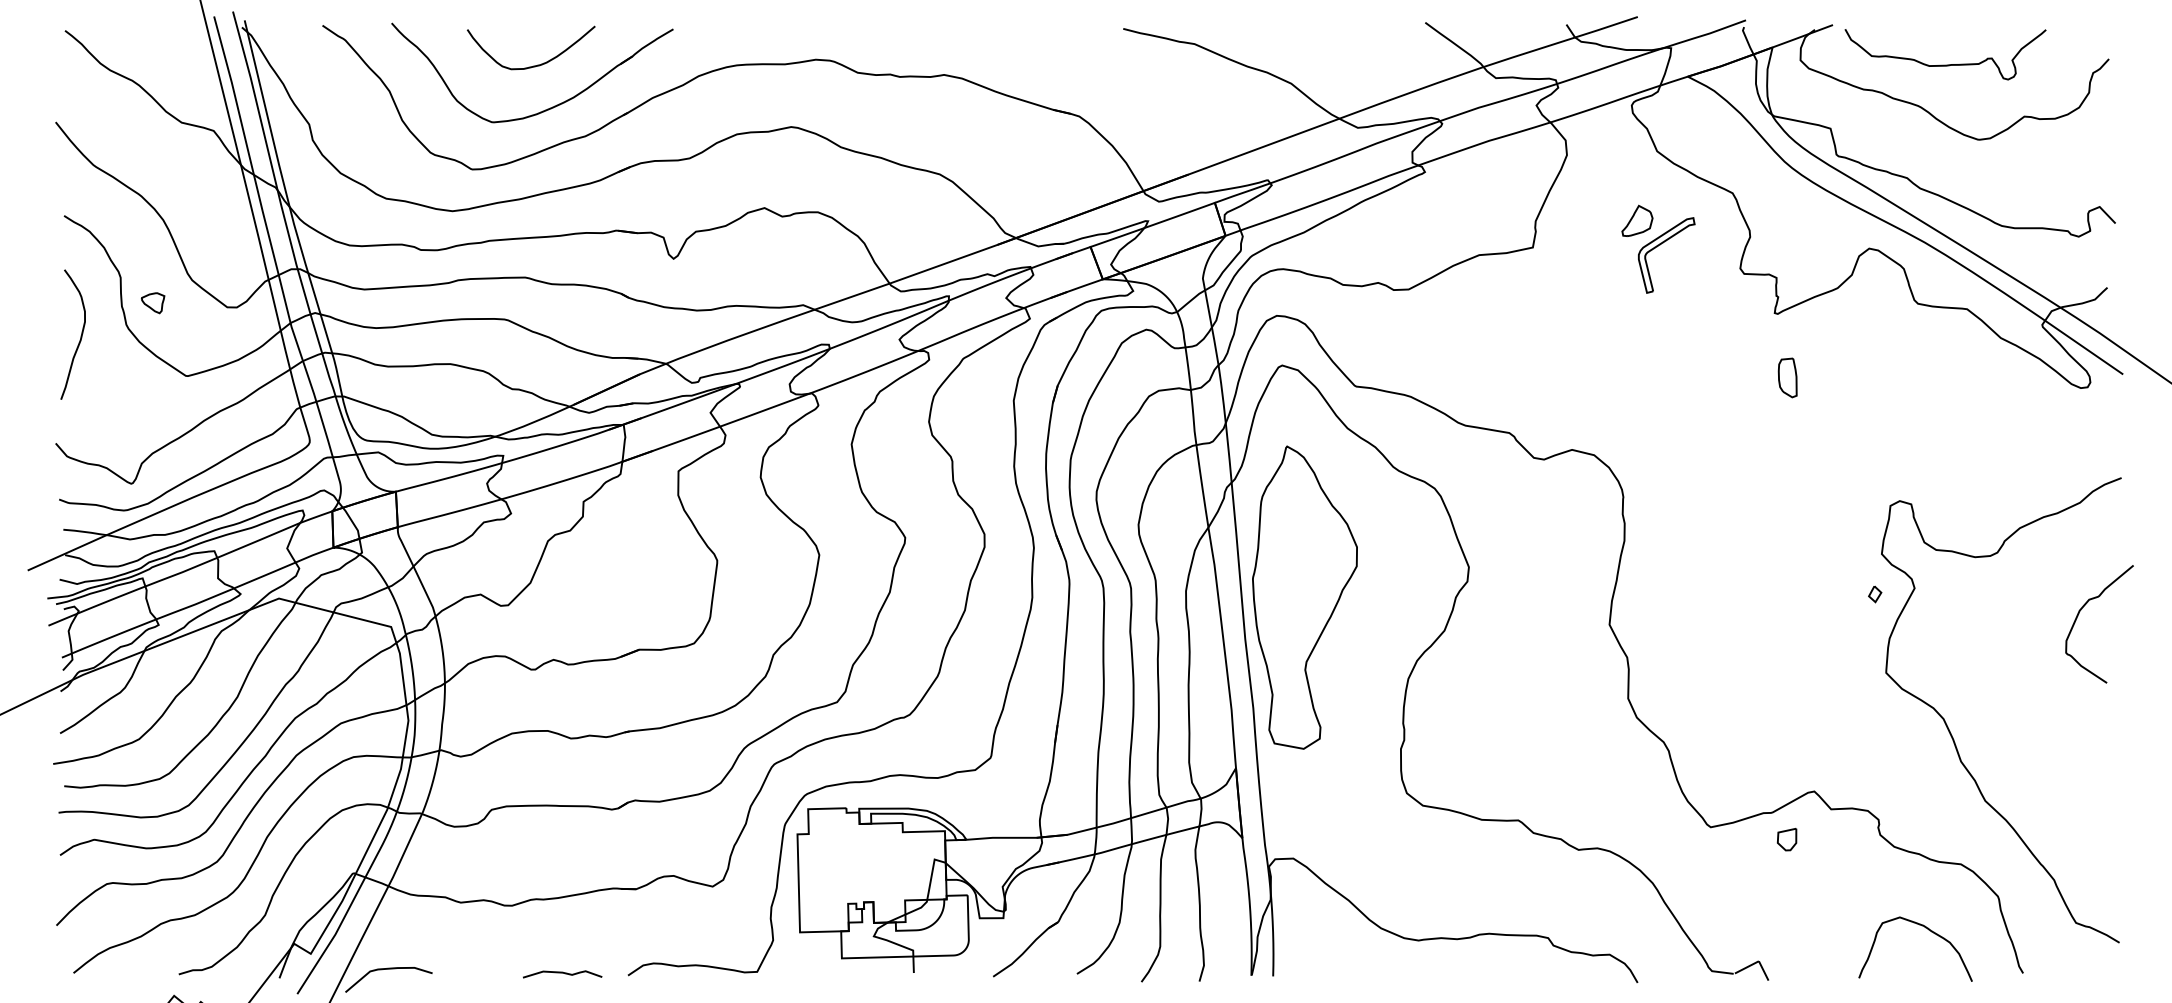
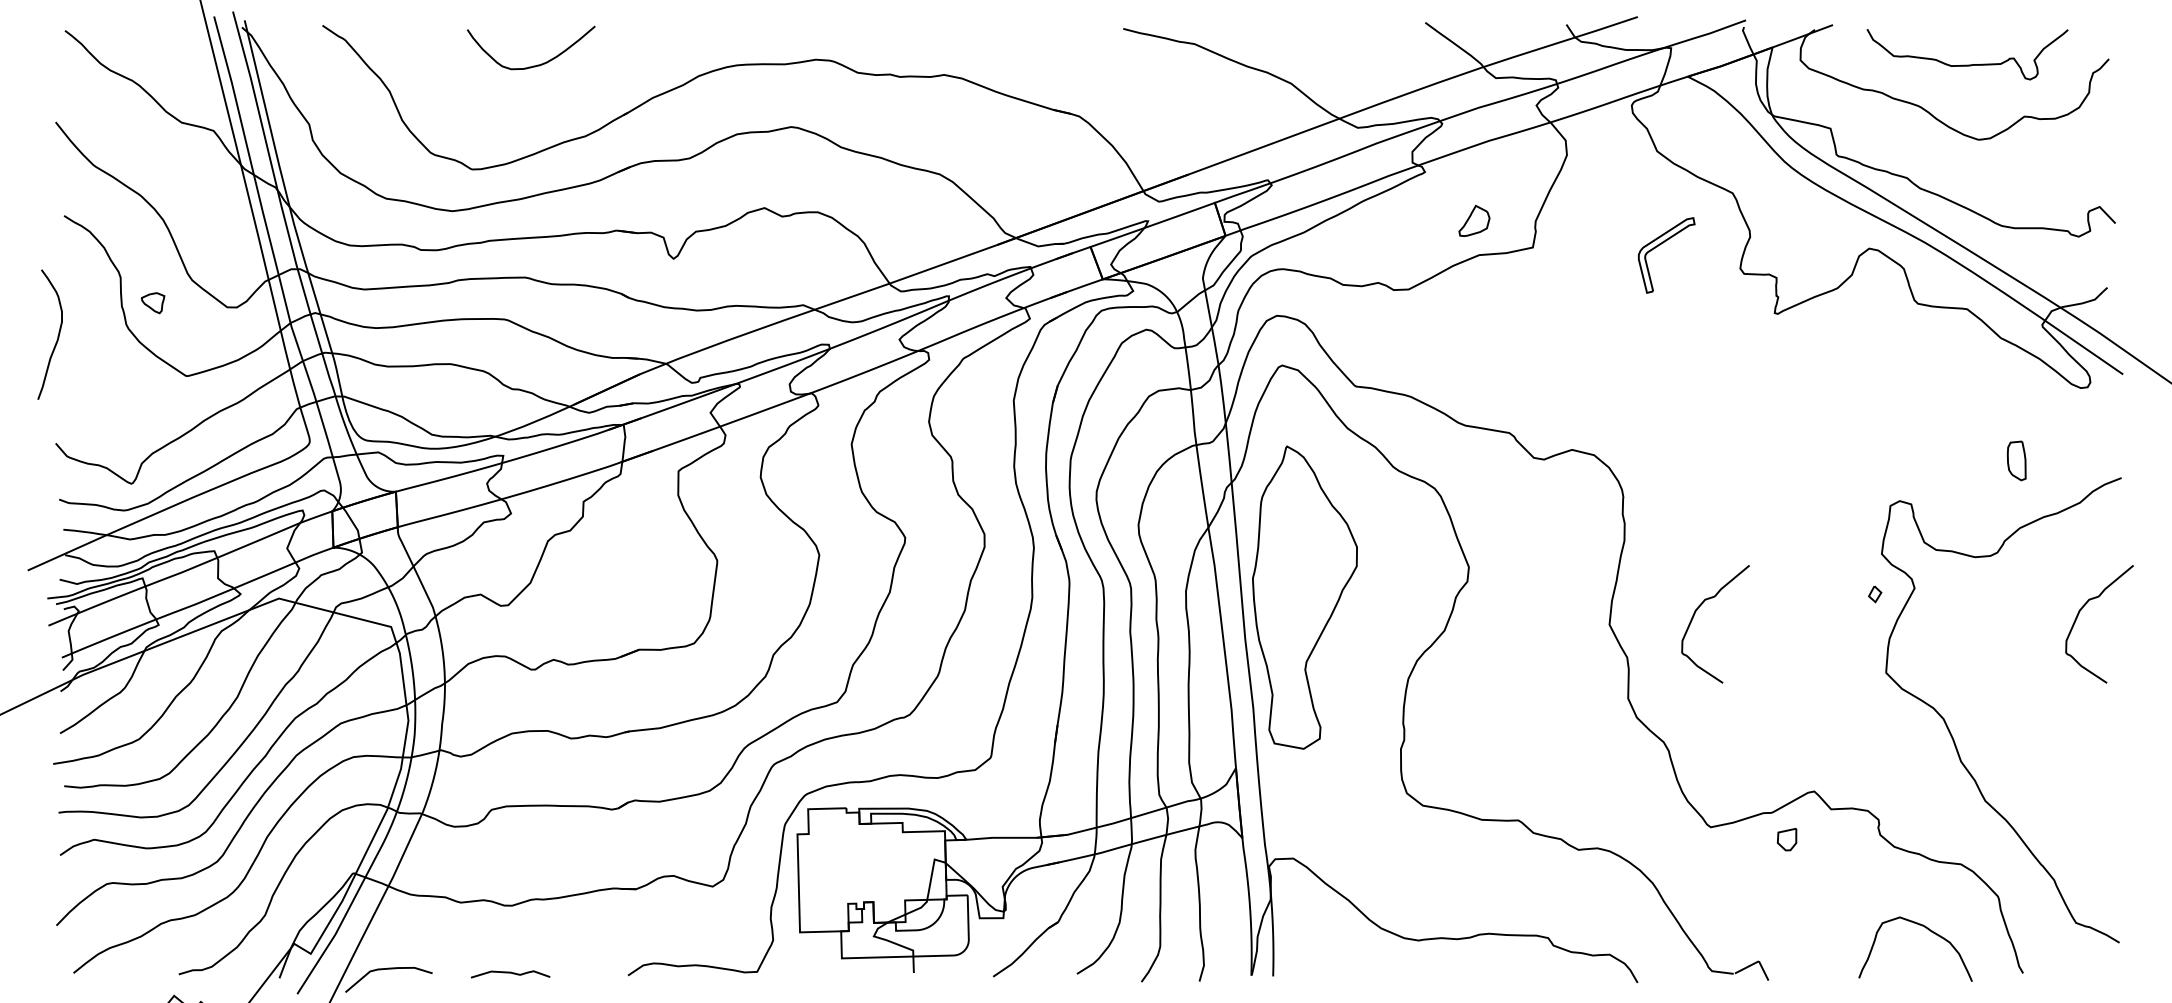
curve at (1945, 64) position: (1945, 64) -> (1967, 64)
part at (547, 108): present -> none
part at (1637, 220) position: (1637, 220) -> (1474, 220)
curve at (80, 335) position: (80, 335) -> (57, 335)
part at (1787, 377) position: (1787, 377) -> (2016, 460)
curve at (1694, 616): none -> present
curve at (562, 973) position: (562, 973) -> (510, 973)
